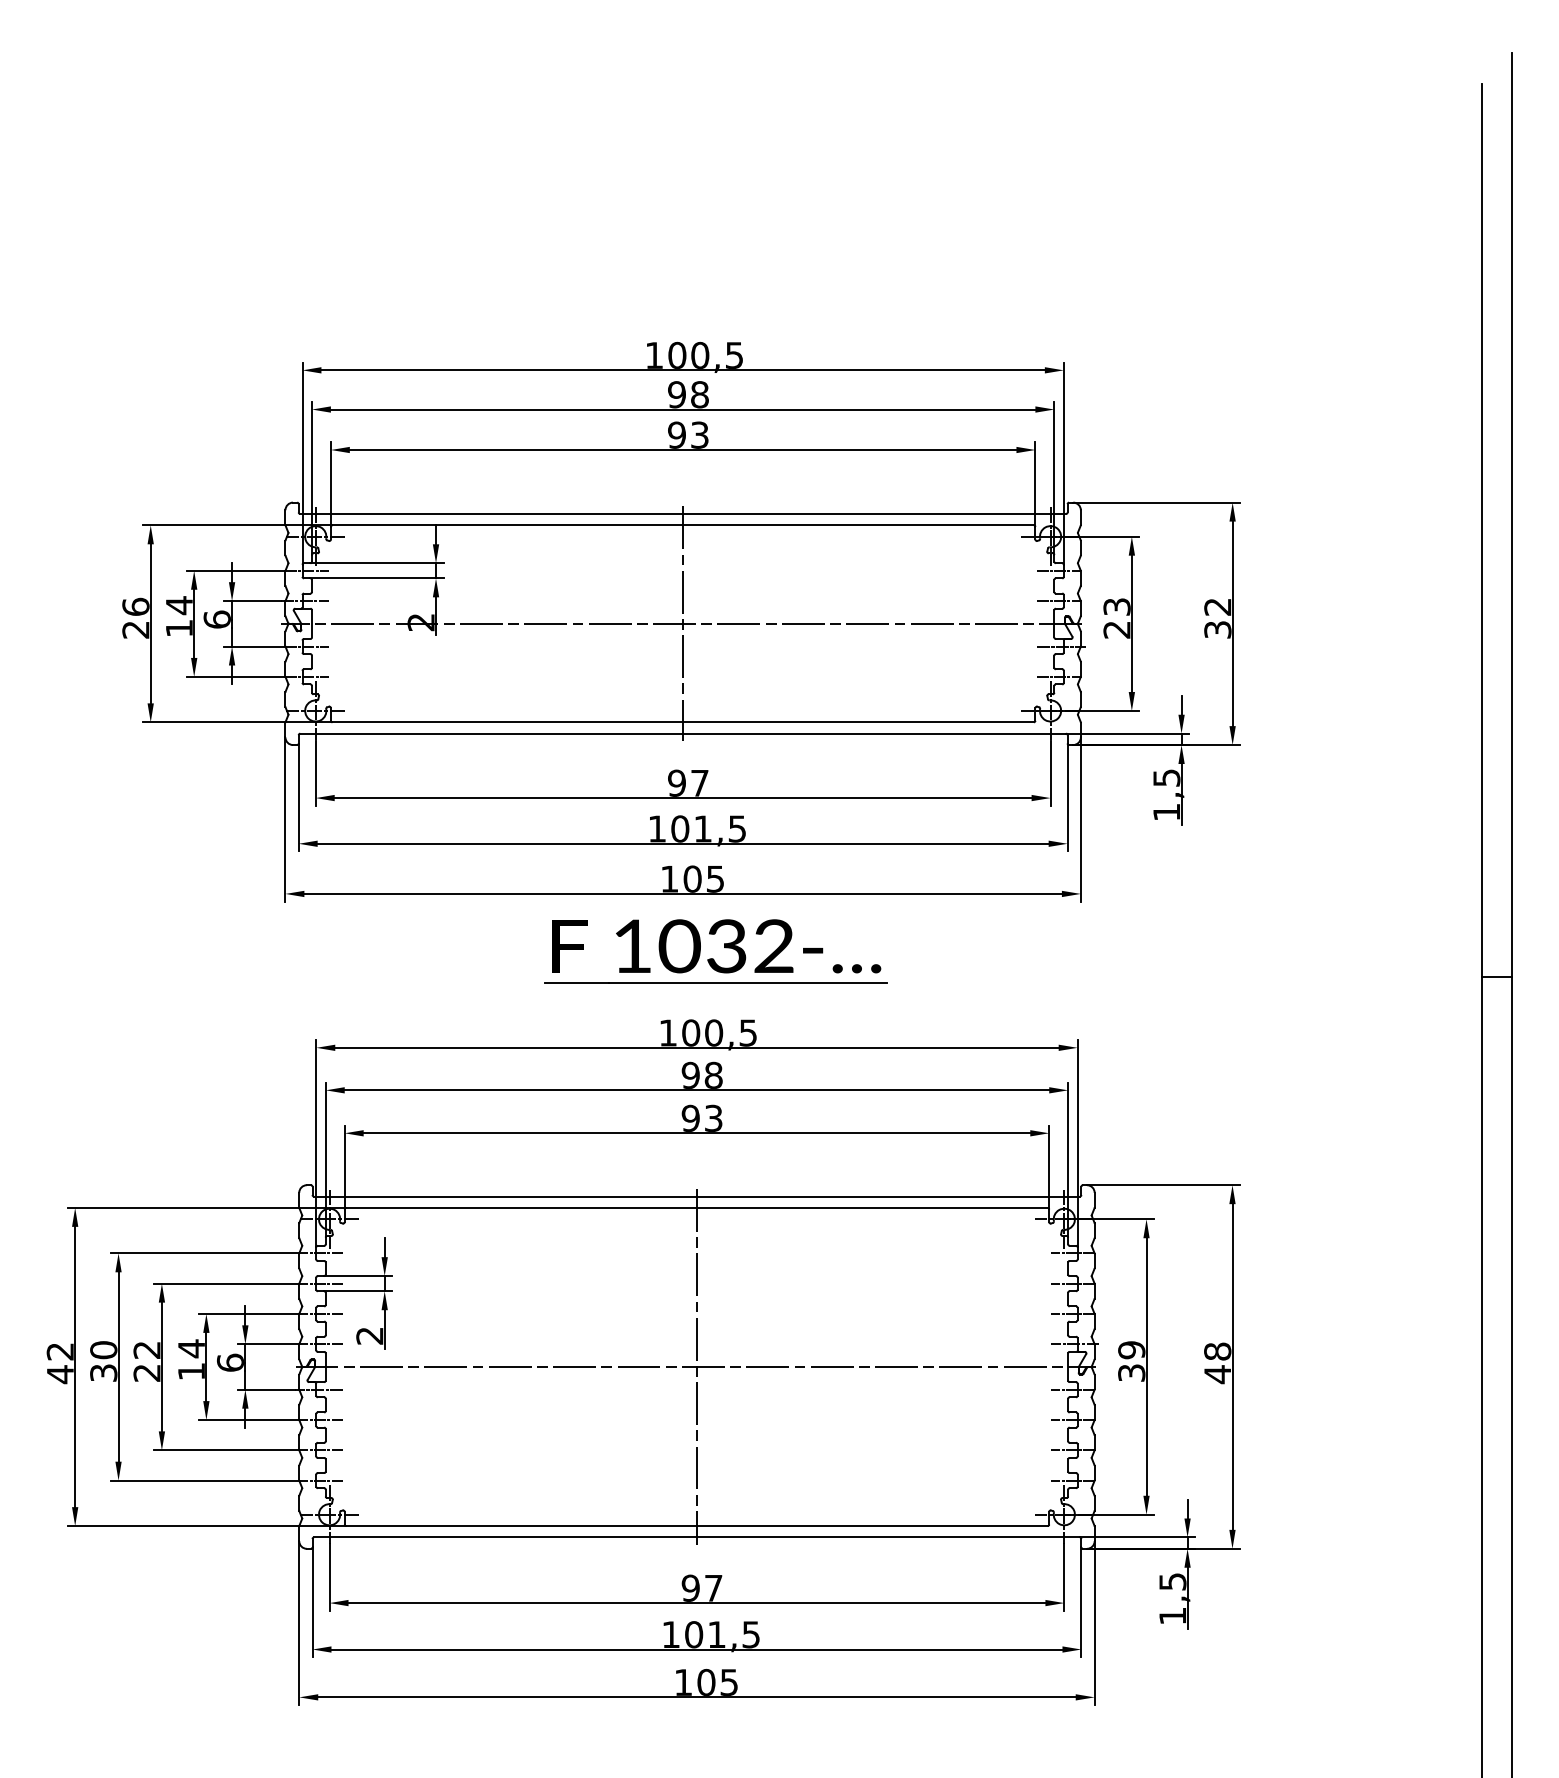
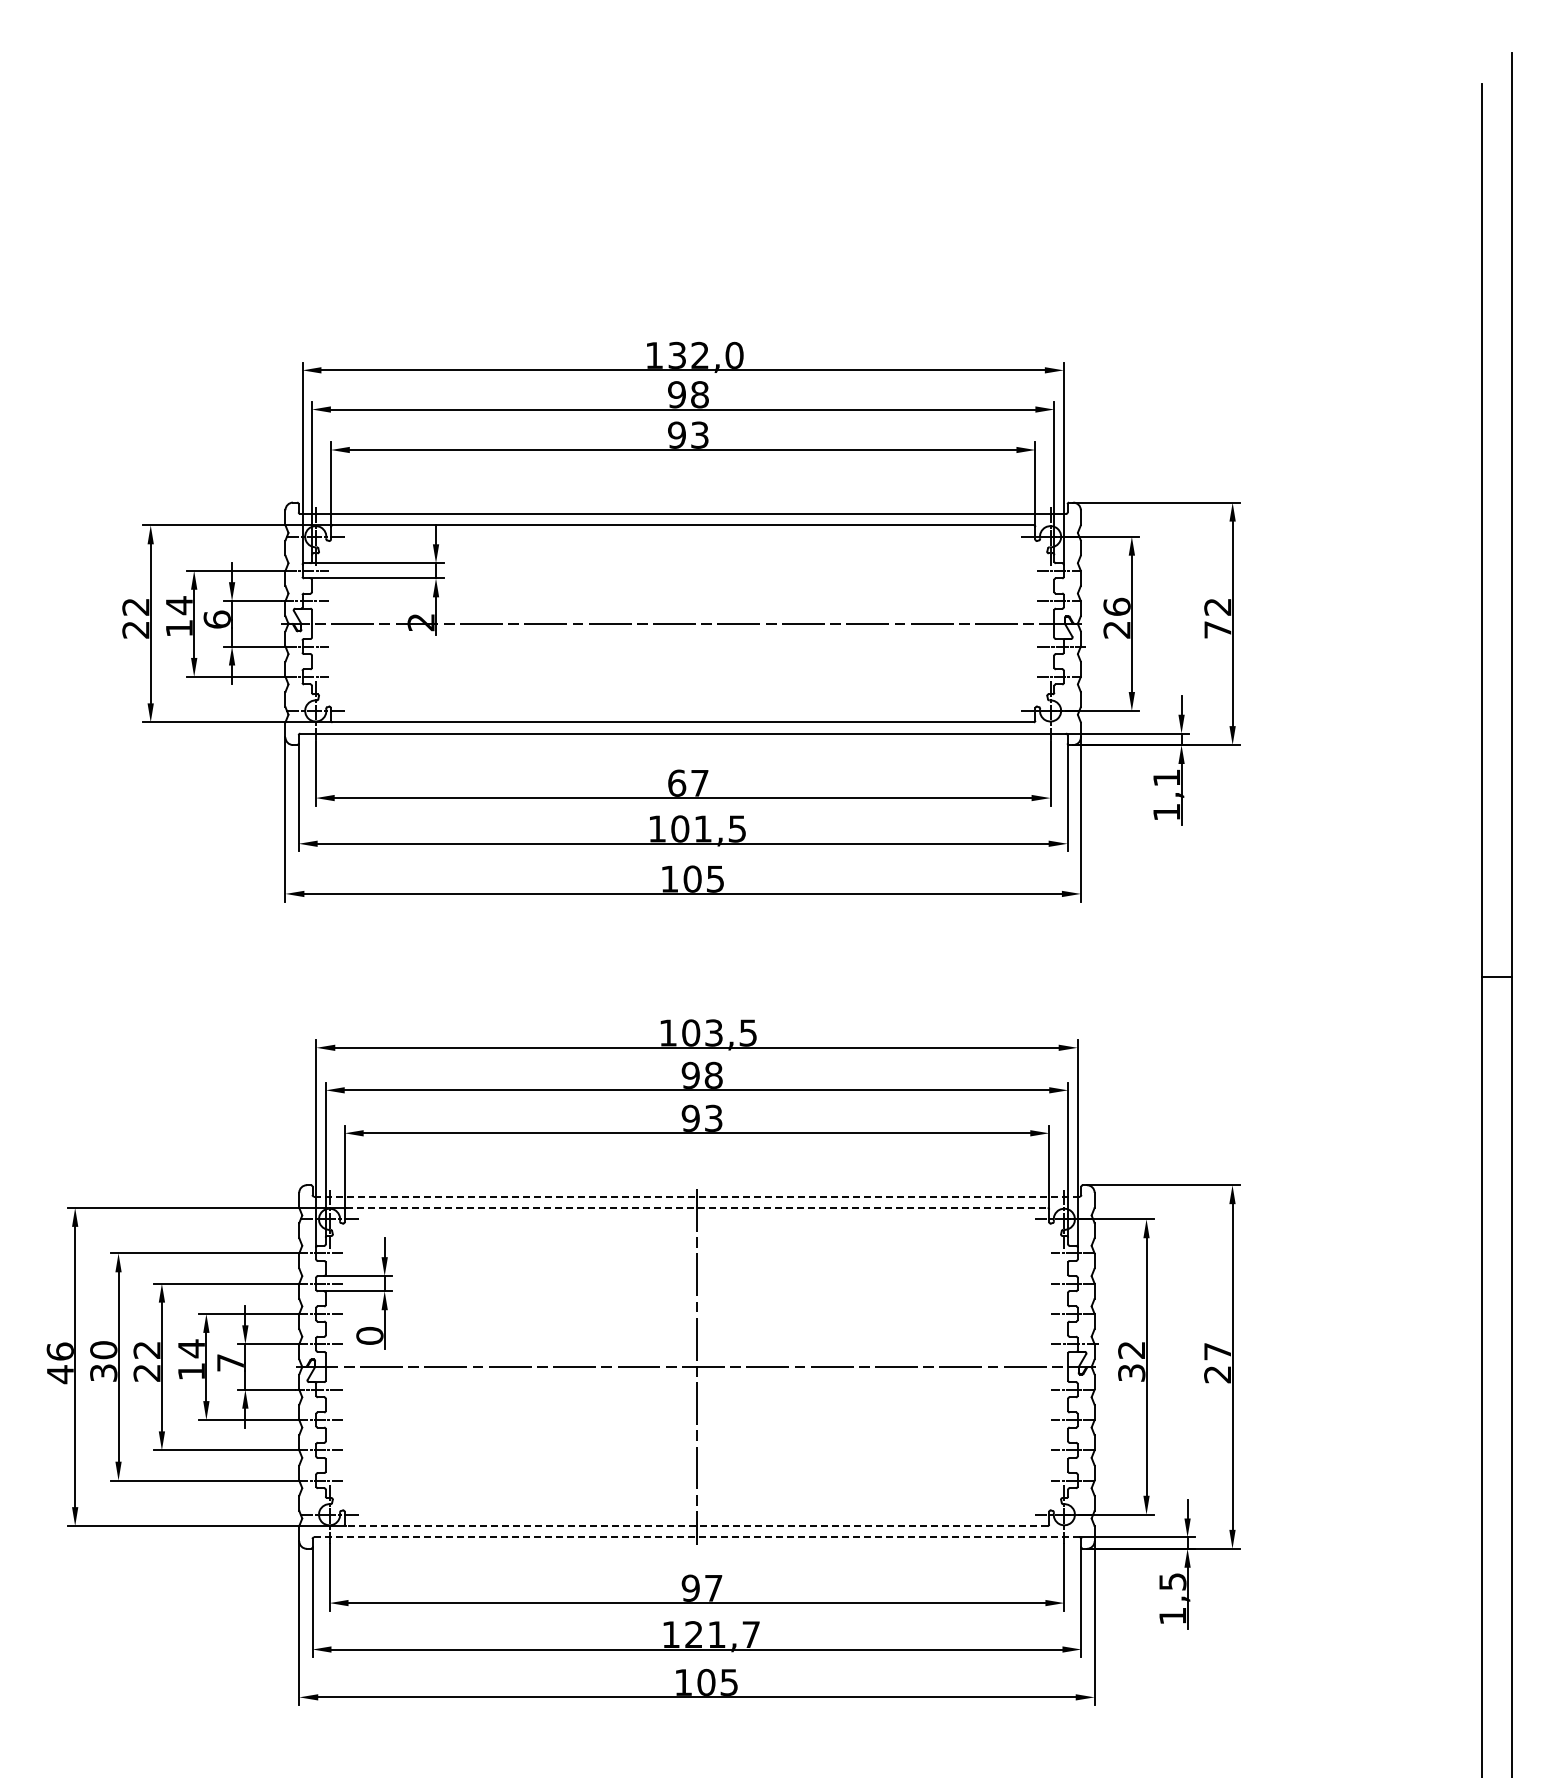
text at (705, 354): 100,5 -> 132,0
text at (135, 606): 26 -> 22
text at (1116, 606): 23 -> 26
line at (683, 623): present -> none
text at (1217, 629): 32 -> 72
text at (1166, 777): 1,5 -> 1,1
text at (677, 782): 97 -> 67
part at (713, 958): present -> none
text at (714, 1032): 100,5 -> 103,5
line at (696, 1196): solid -> dashed
line at (696, 1207): solid -> dashed
text at (369, 1335): 2 -> 0
text at (1131, 1350): 39 -> 32
text at (59, 1351): 42 -> 46
text at (230, 1362): 6 -> 7
text at (1217, 1363): 48 -> 27
line at (696, 1526): solid -> dashed
line at (696, 1537): solid -> dashed
text at (722, 1634): 101,5 -> 121,7
